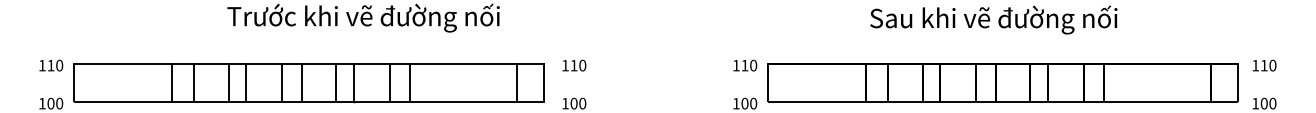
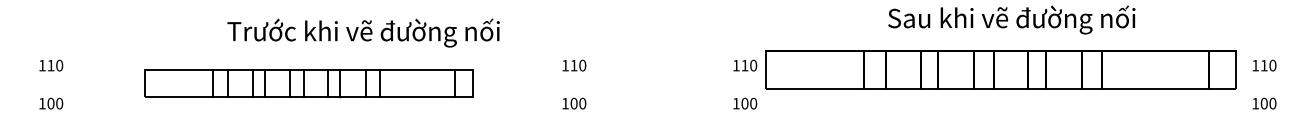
text at (363, 17) position: (363, 17) -> (363, 32)
text at (993, 19) position: (993, 19) -> (1011, 19)
part at (1002, 82) position: (1002, 82) -> (1000, 69)
part at (308, 83) size: 472x41 px -> 330x30 px
